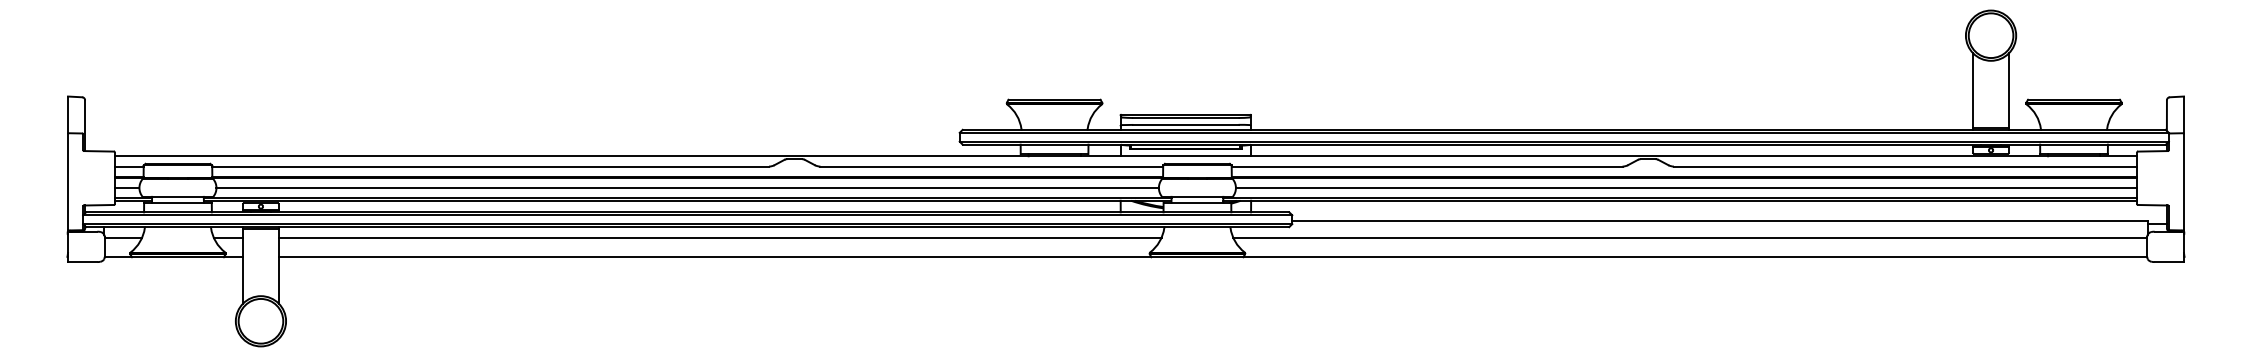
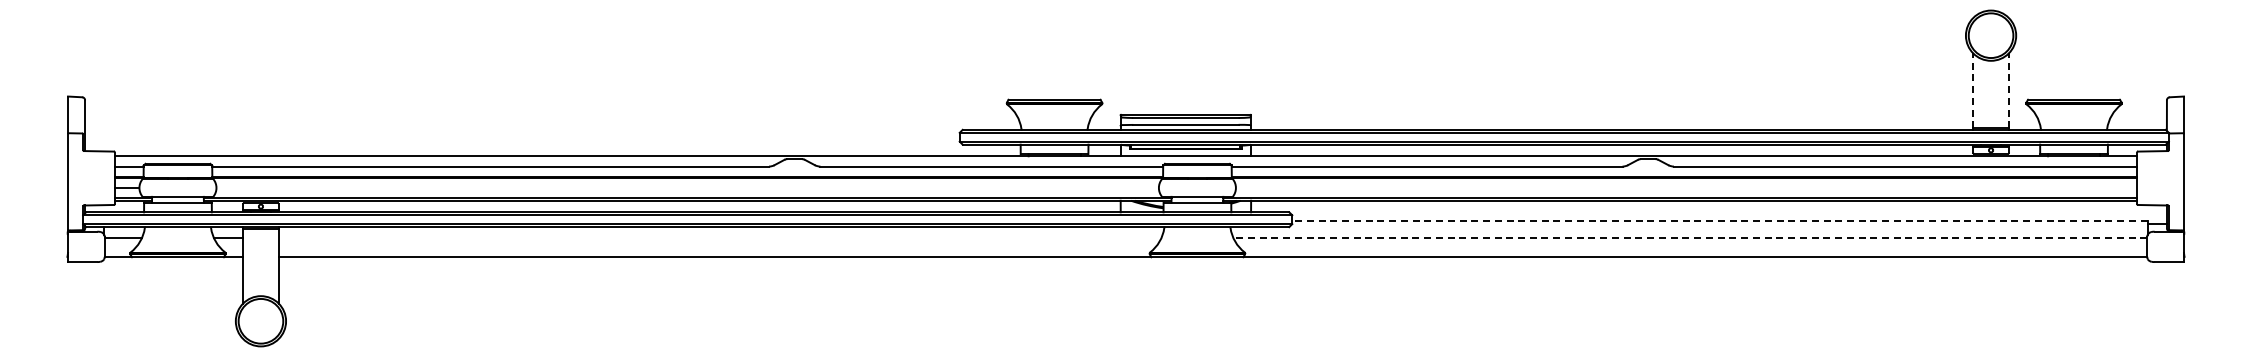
line at (1973, 90): solid -> dashed
line at (2008, 90): solid -> dashed
line at (687, 187): present -> none
line at (1686, 187): present -> none
line at (1719, 220): solid -> dashed
line at (719, 237): present -> none
line at (1689, 237): solid -> dashed
